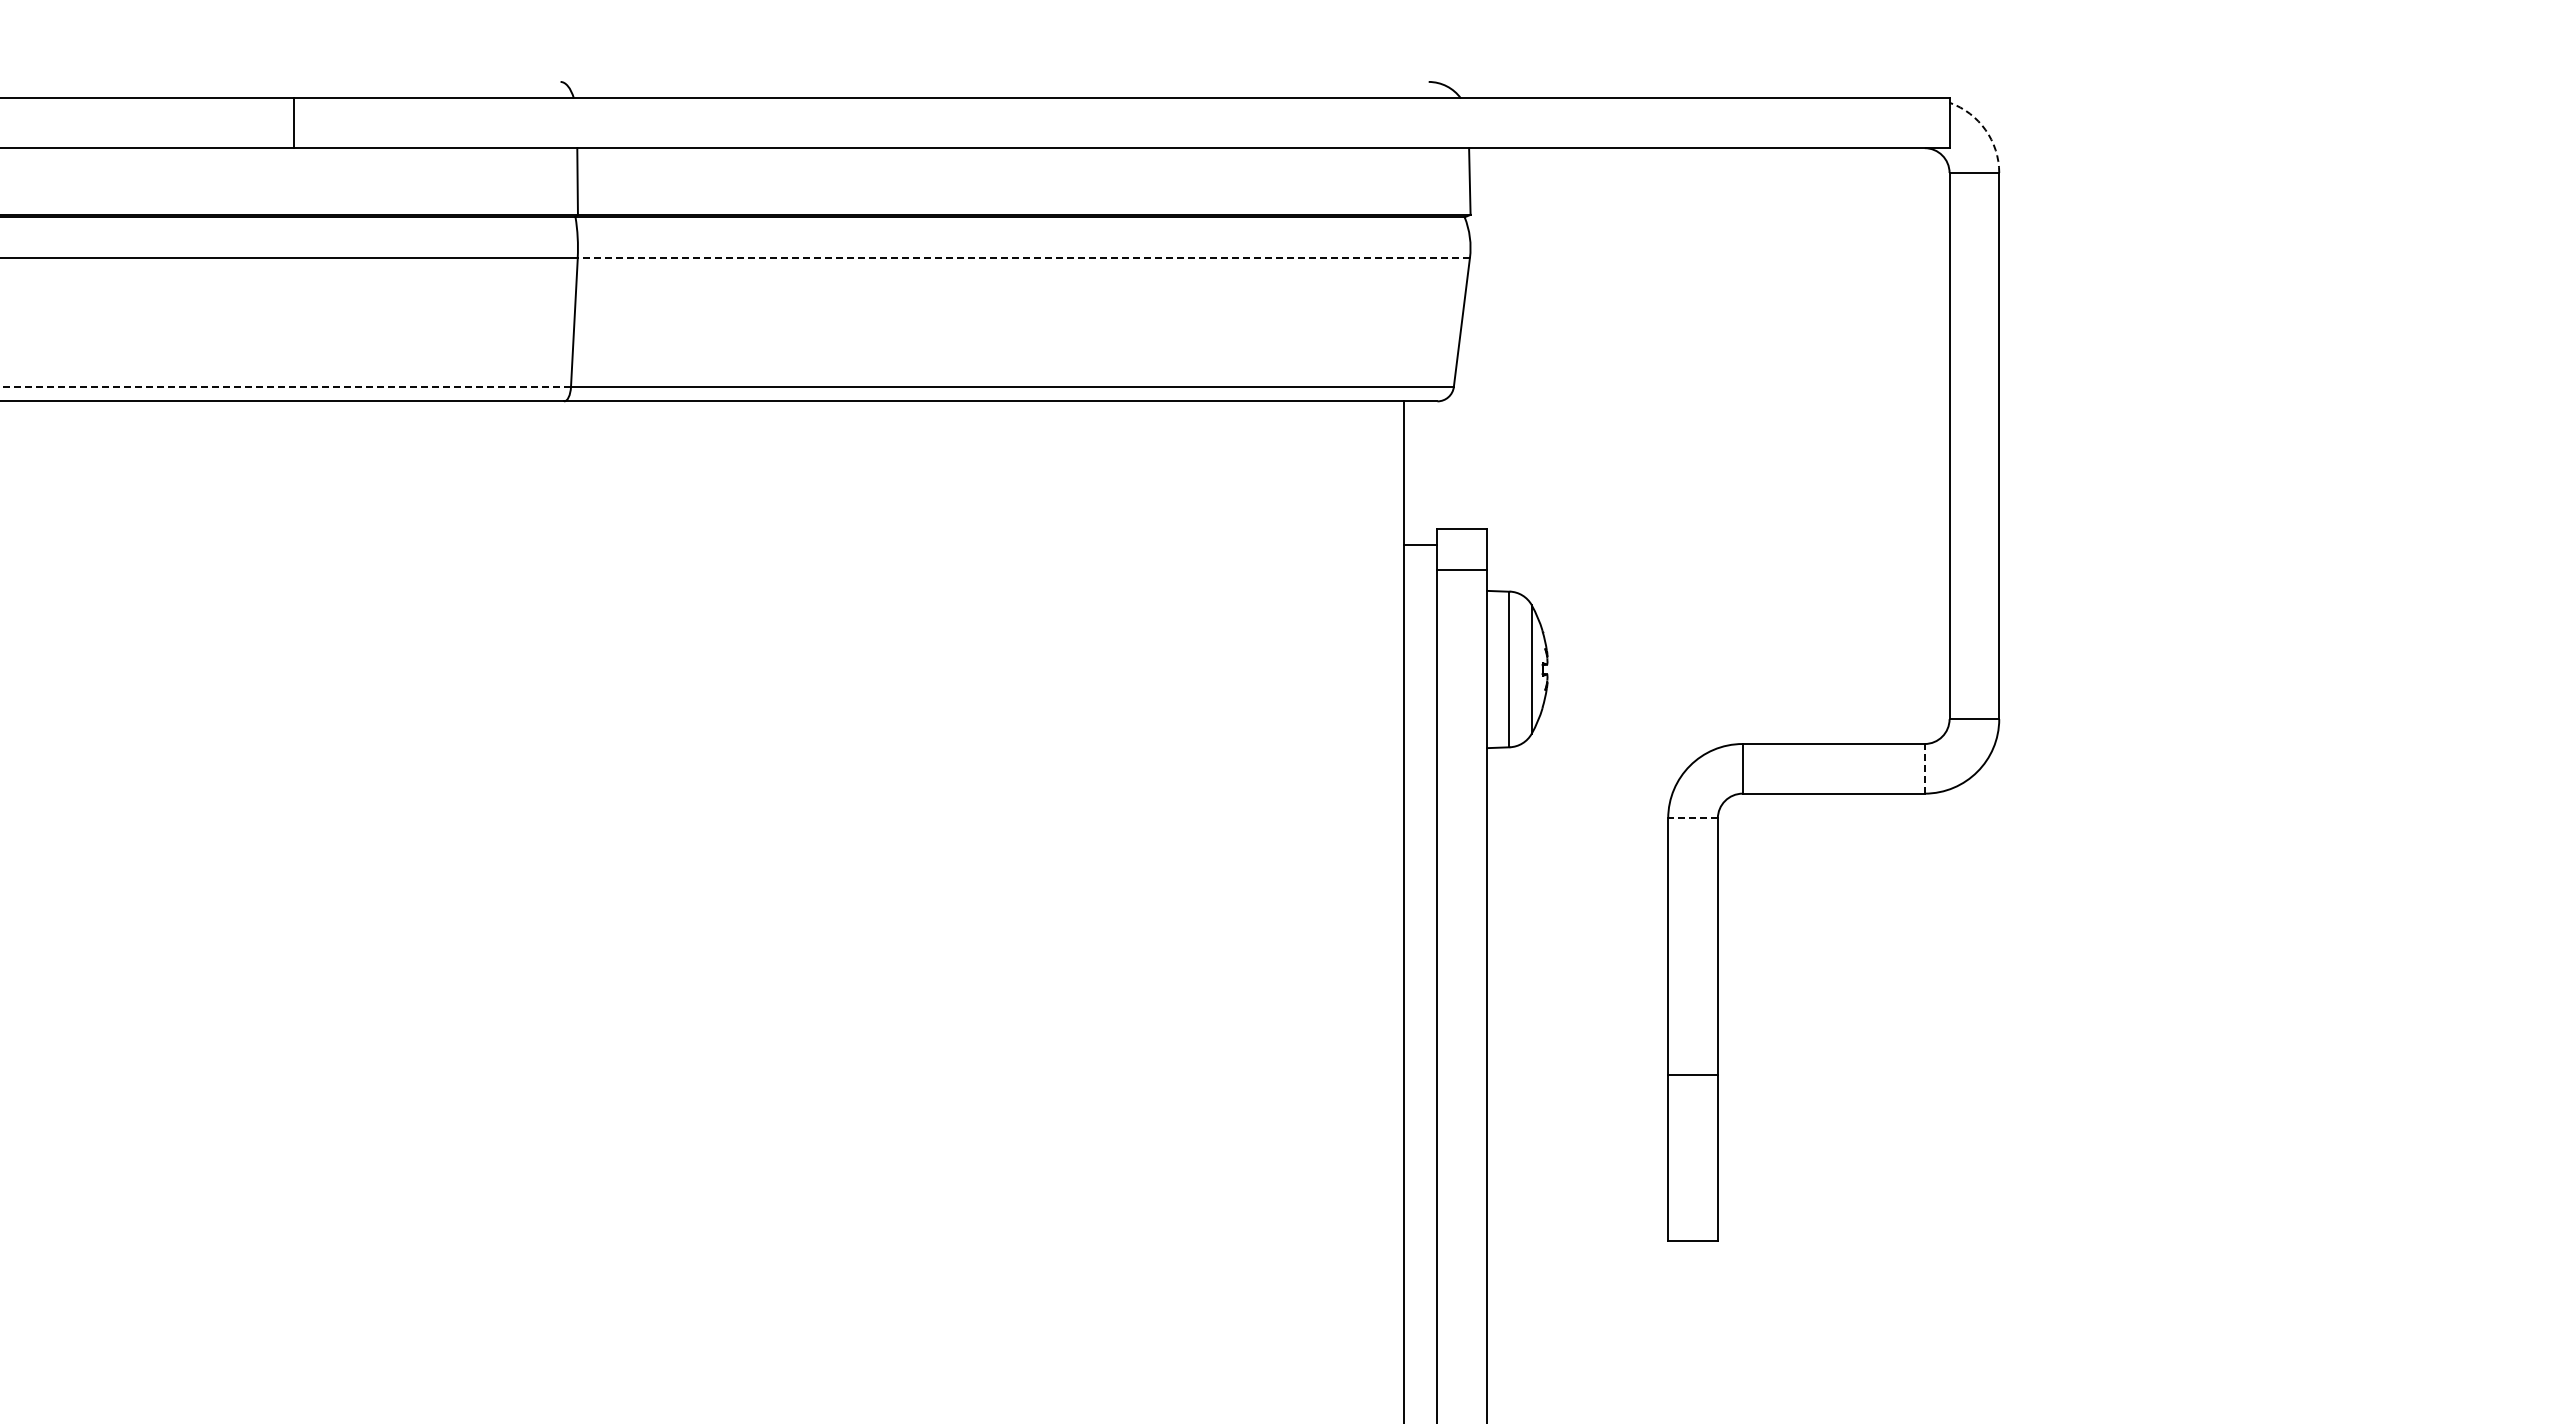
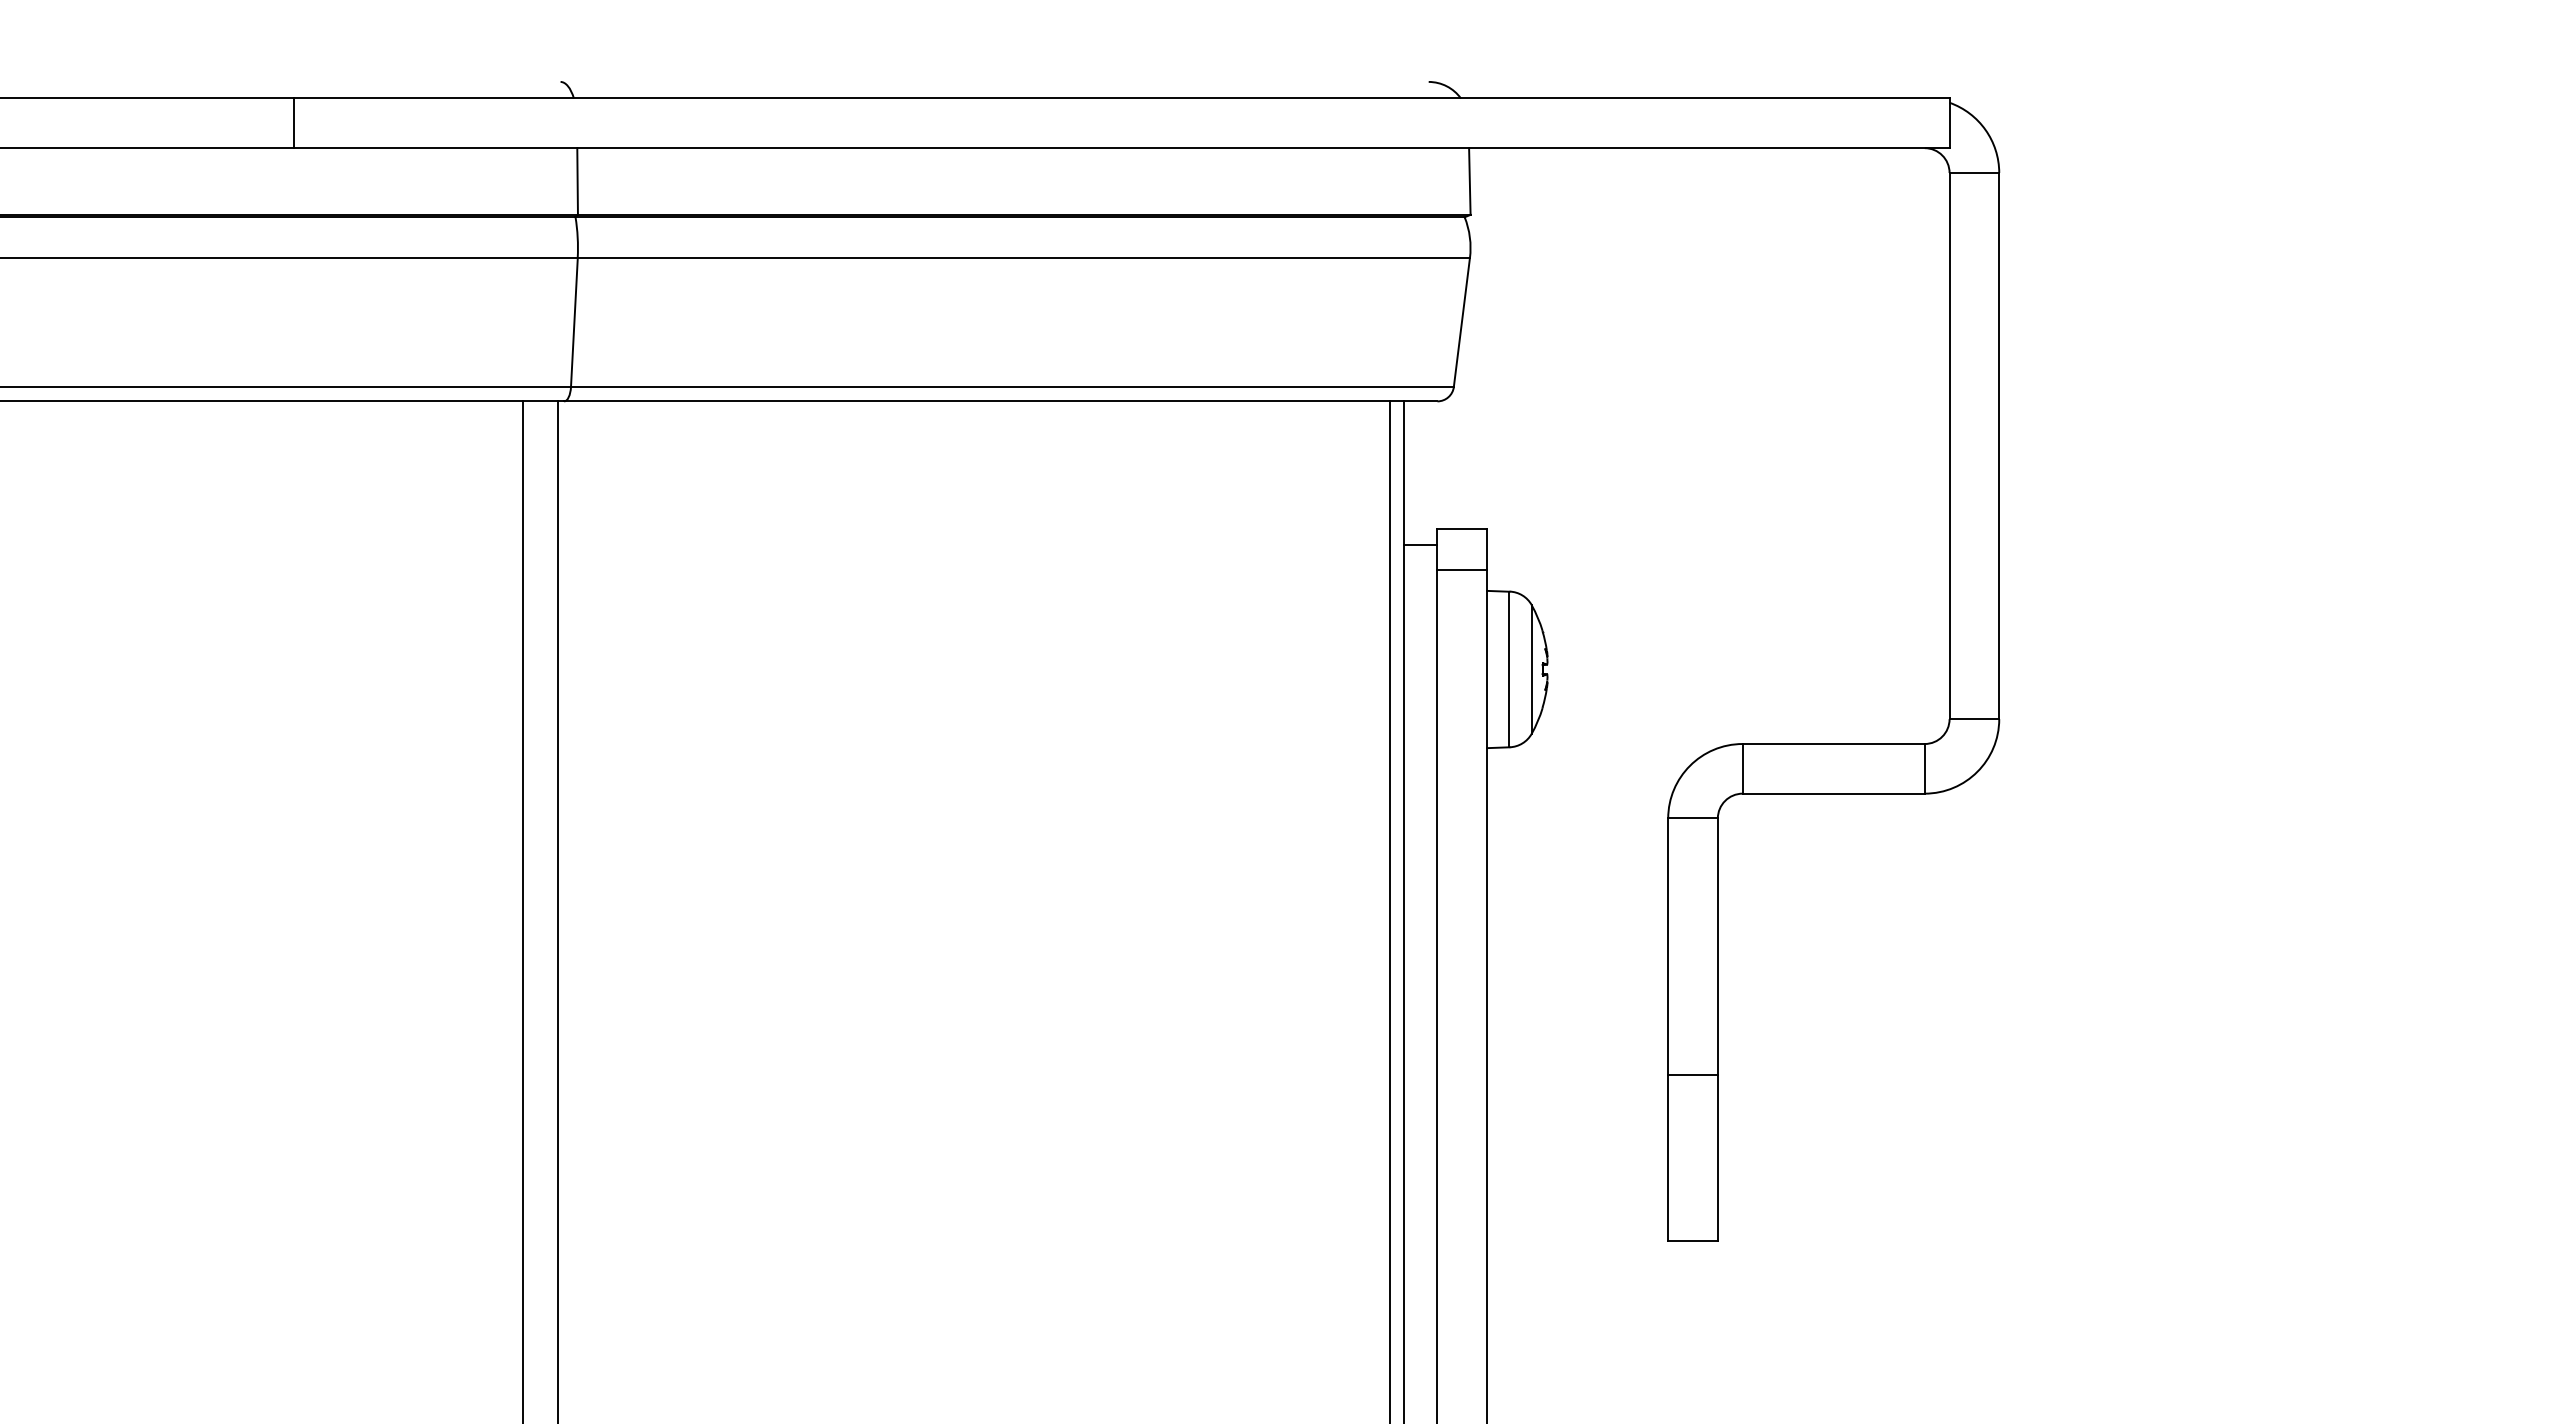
arc at (1985, 129): dashed -> solid
line at (1023, 258): dashed -> solid
line at (285, 386): dashed -> solid
line at (1924, 768): dashed -> solid
line at (1693, 818): dashed -> solid
line at (523, 910): none -> present
line at (558, 910): none -> present
line at (1389, 910): none -> present
